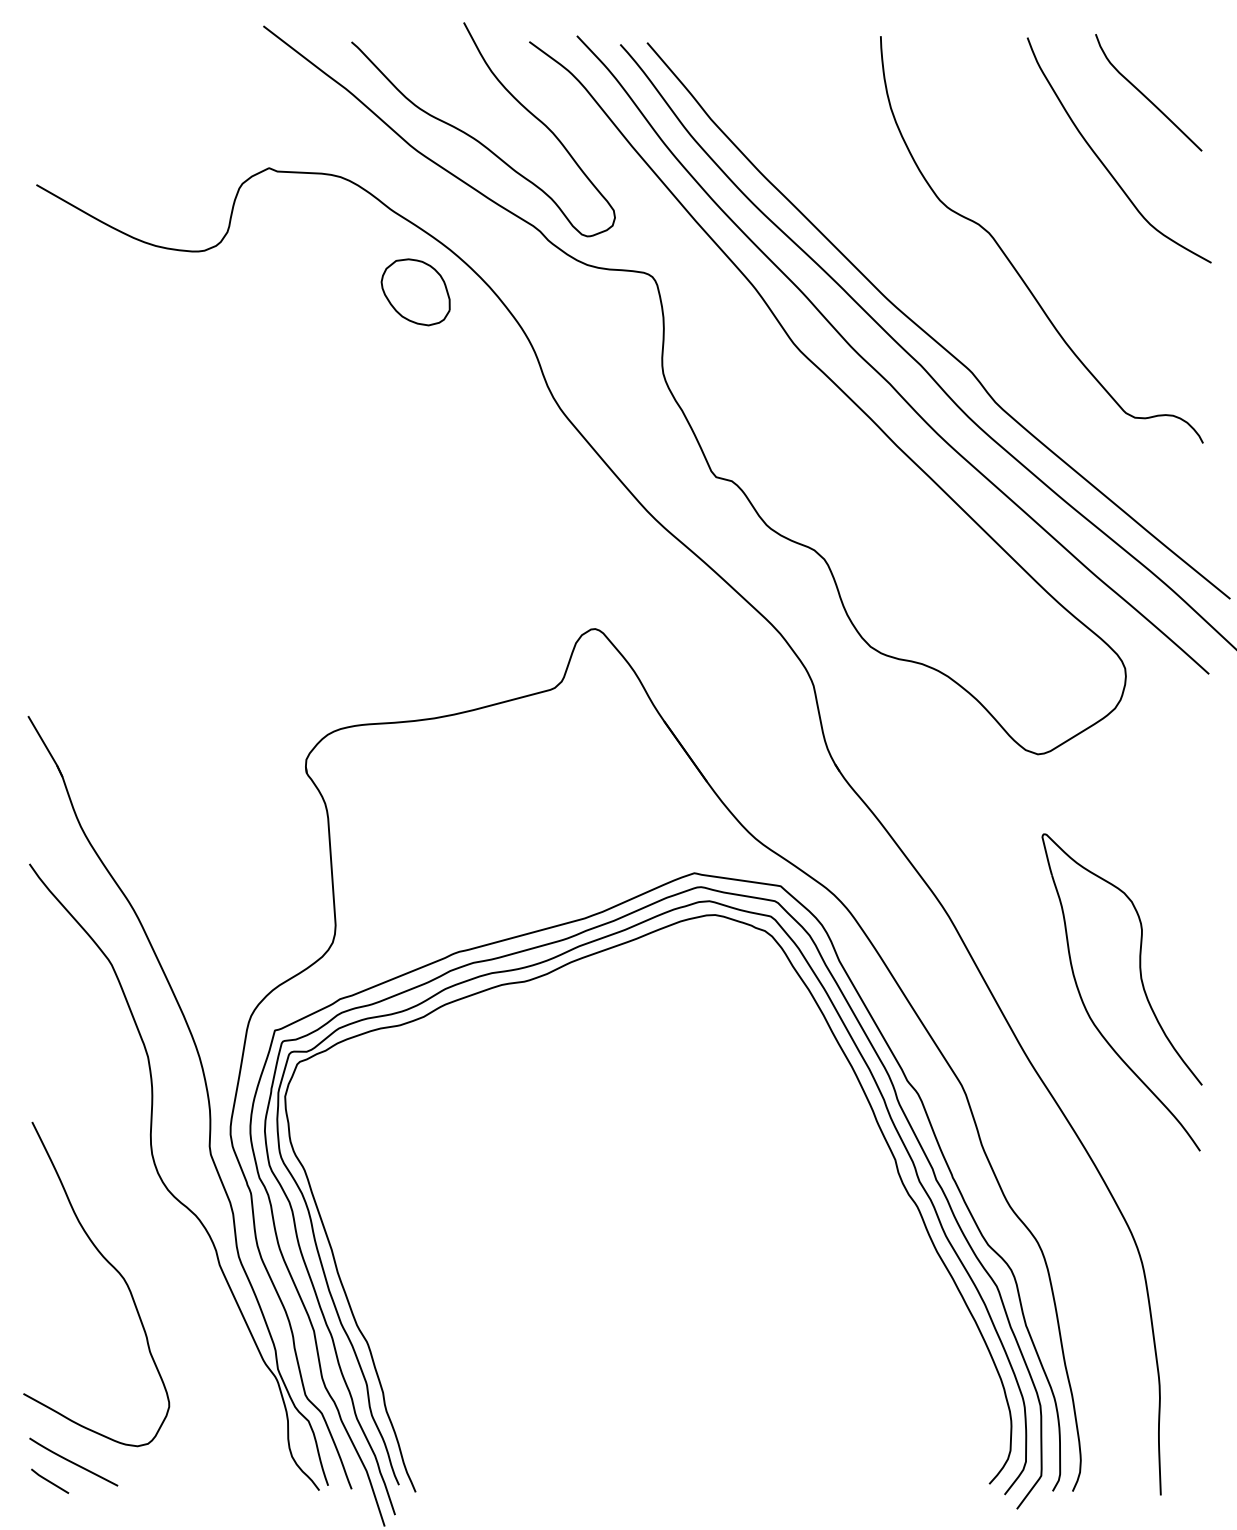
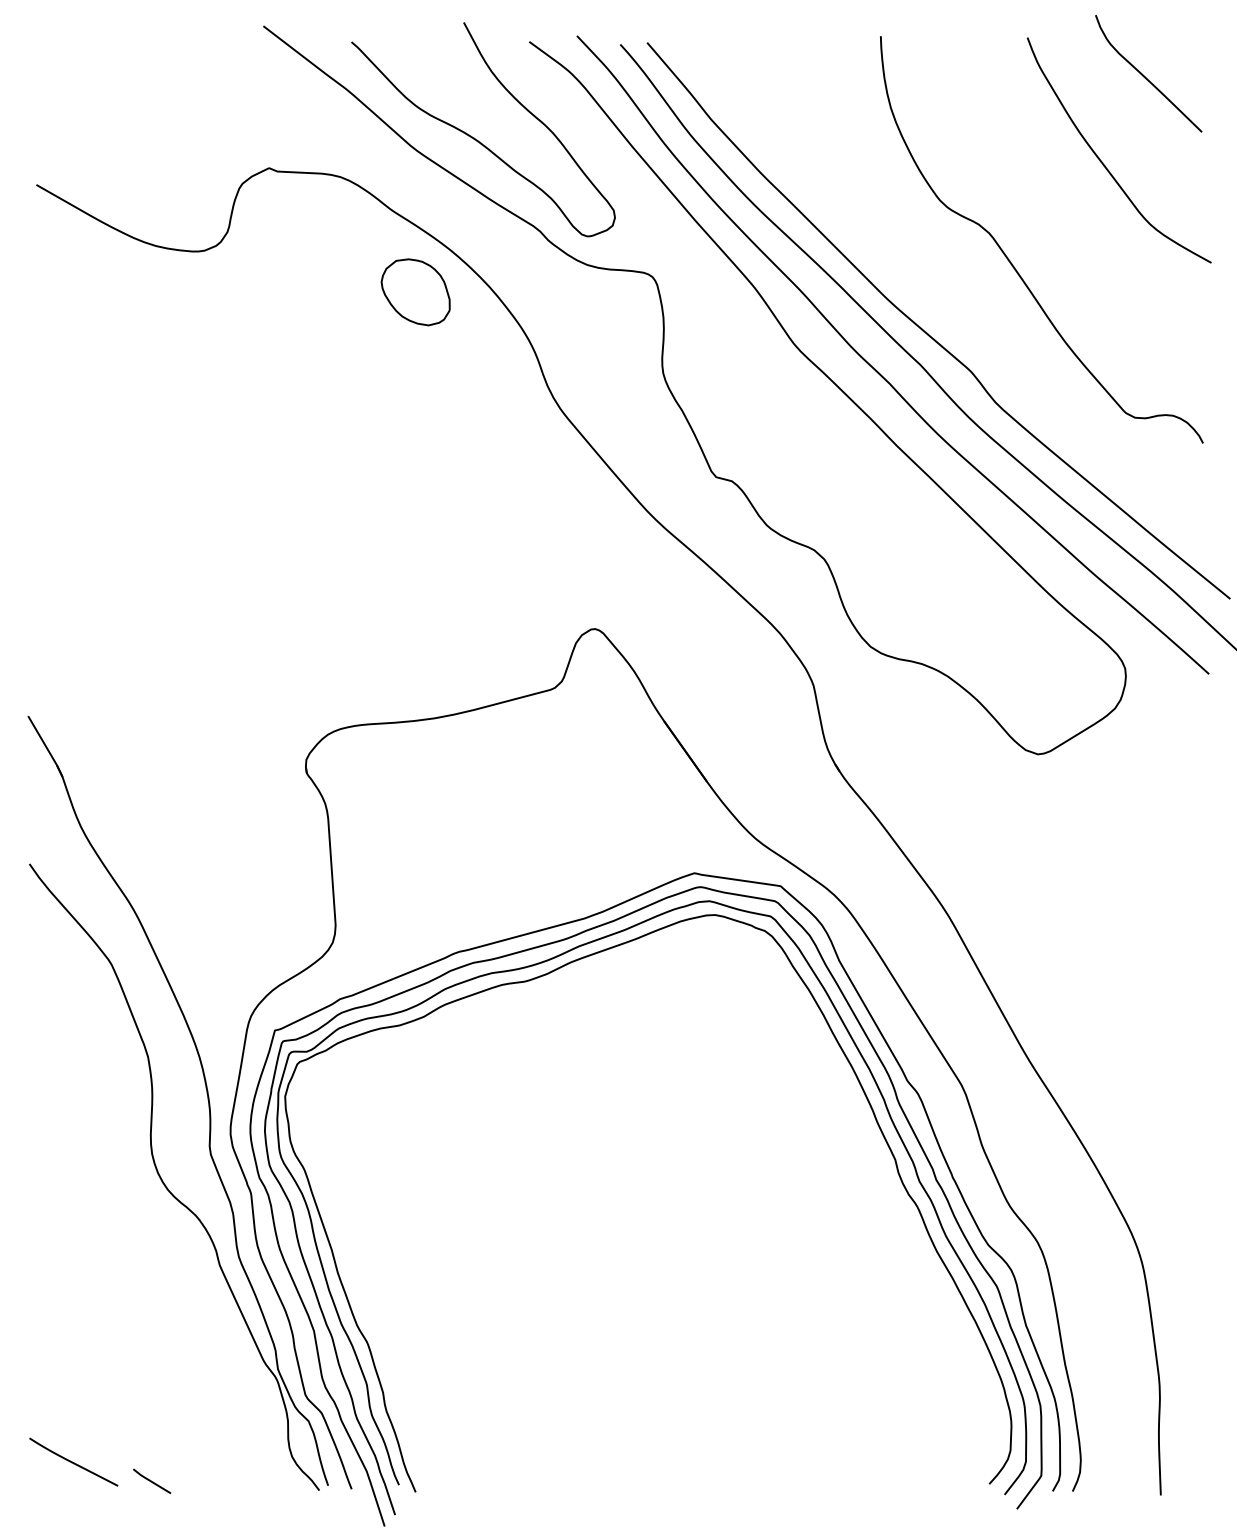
curve at (1145, 95) position: (1145, 95) -> (1145, 76)
part at (1142, 988): present -> none
curve at (112, 1267): present -> none
line at (49, 1480) position: (49, 1480) -> (151, 1480)
